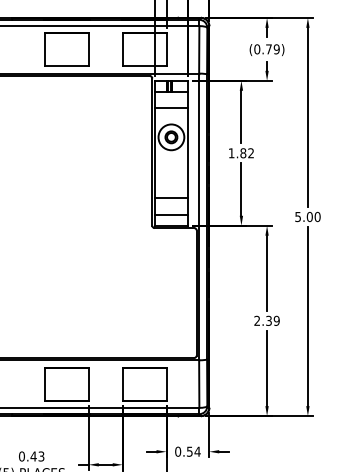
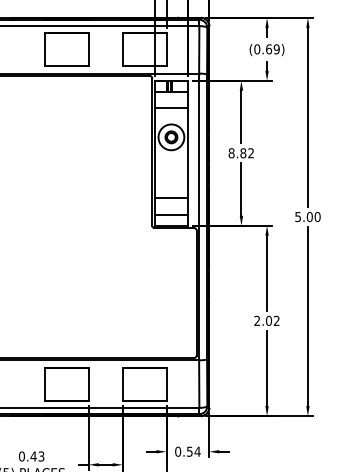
text at (269, 49): (0.79) -> (0.69)
text at (231, 153): 1.82 -> 8.82
text at (272, 320): 2.39 -> 2.02
